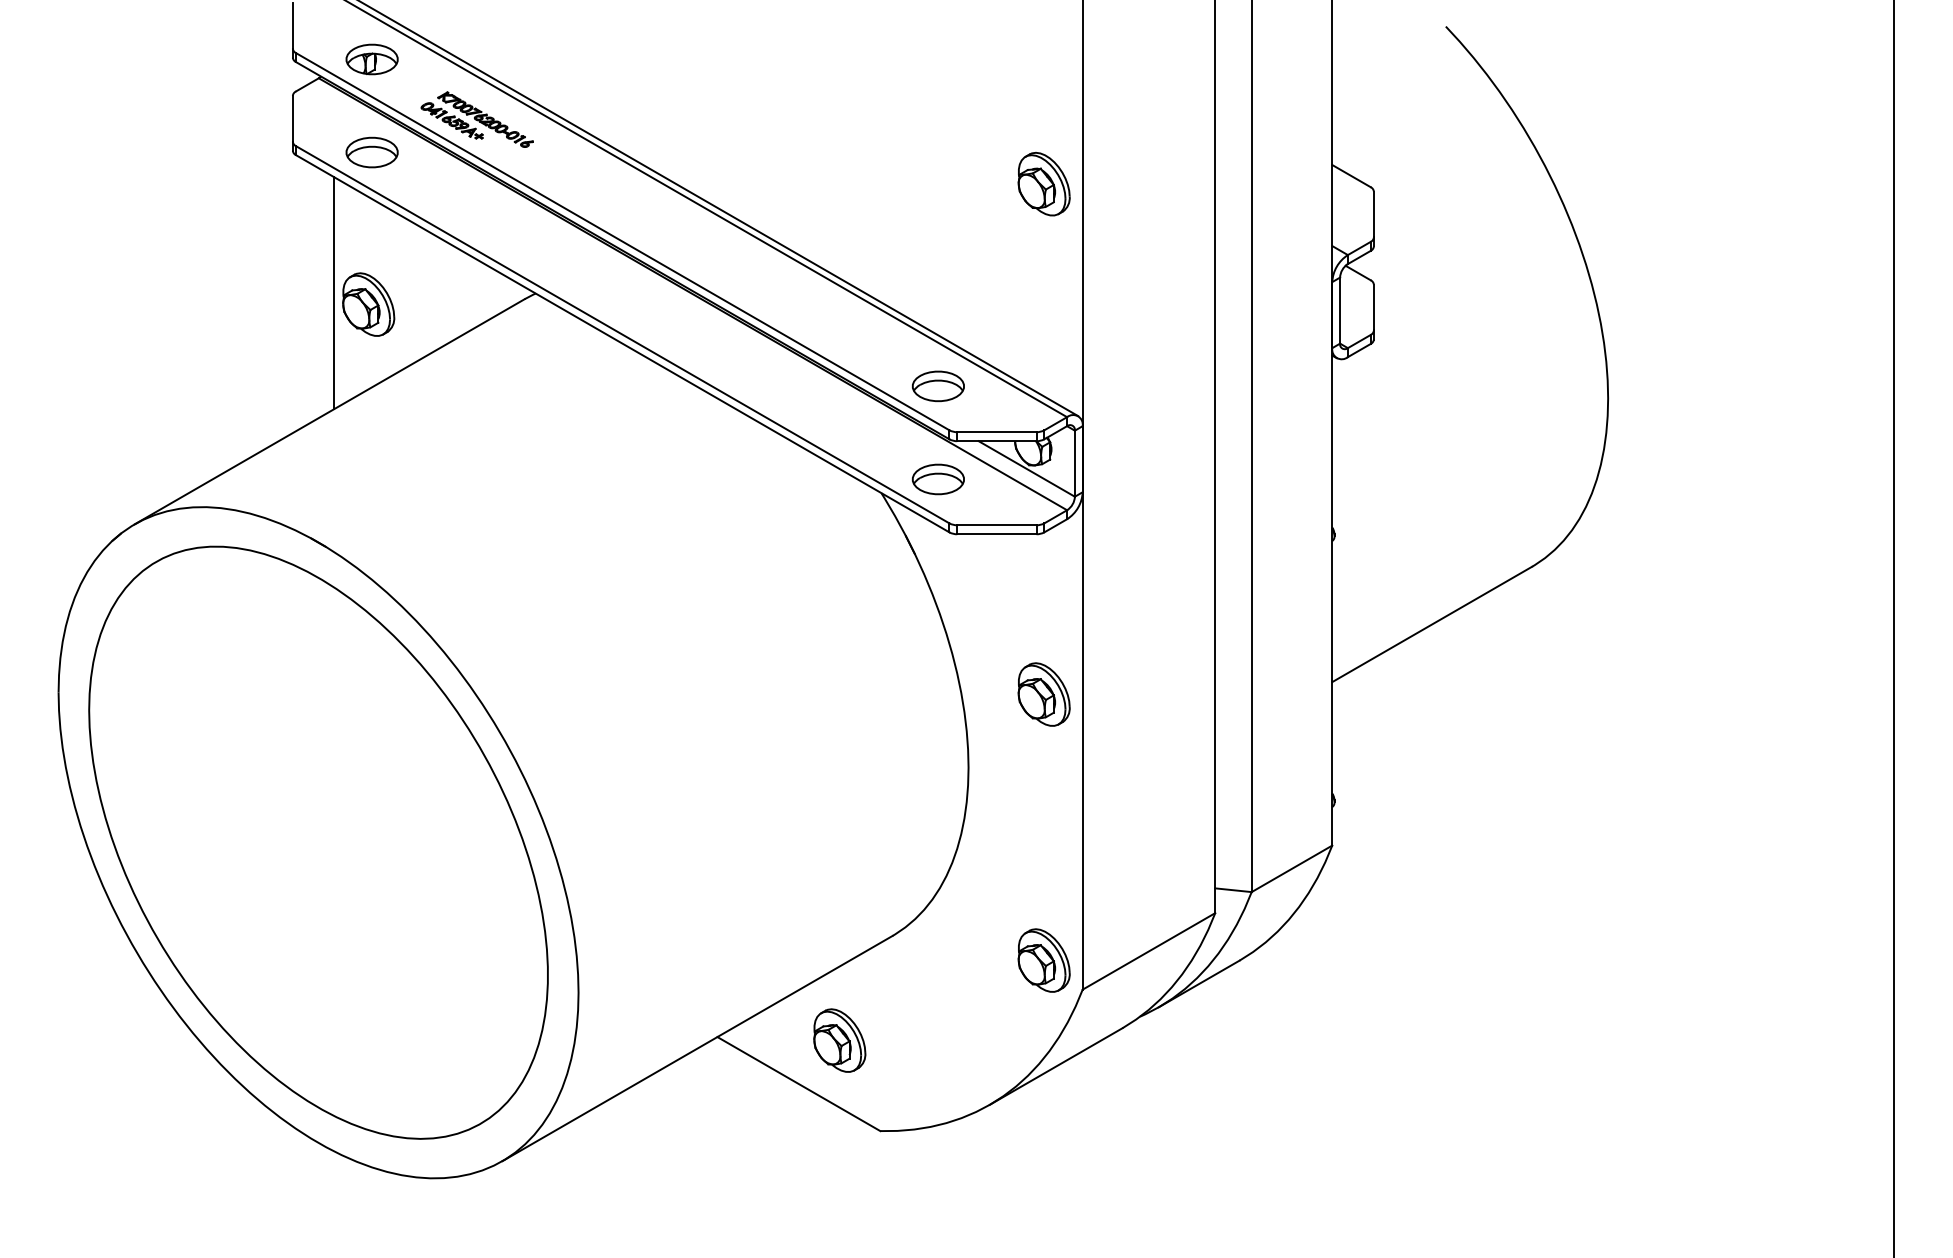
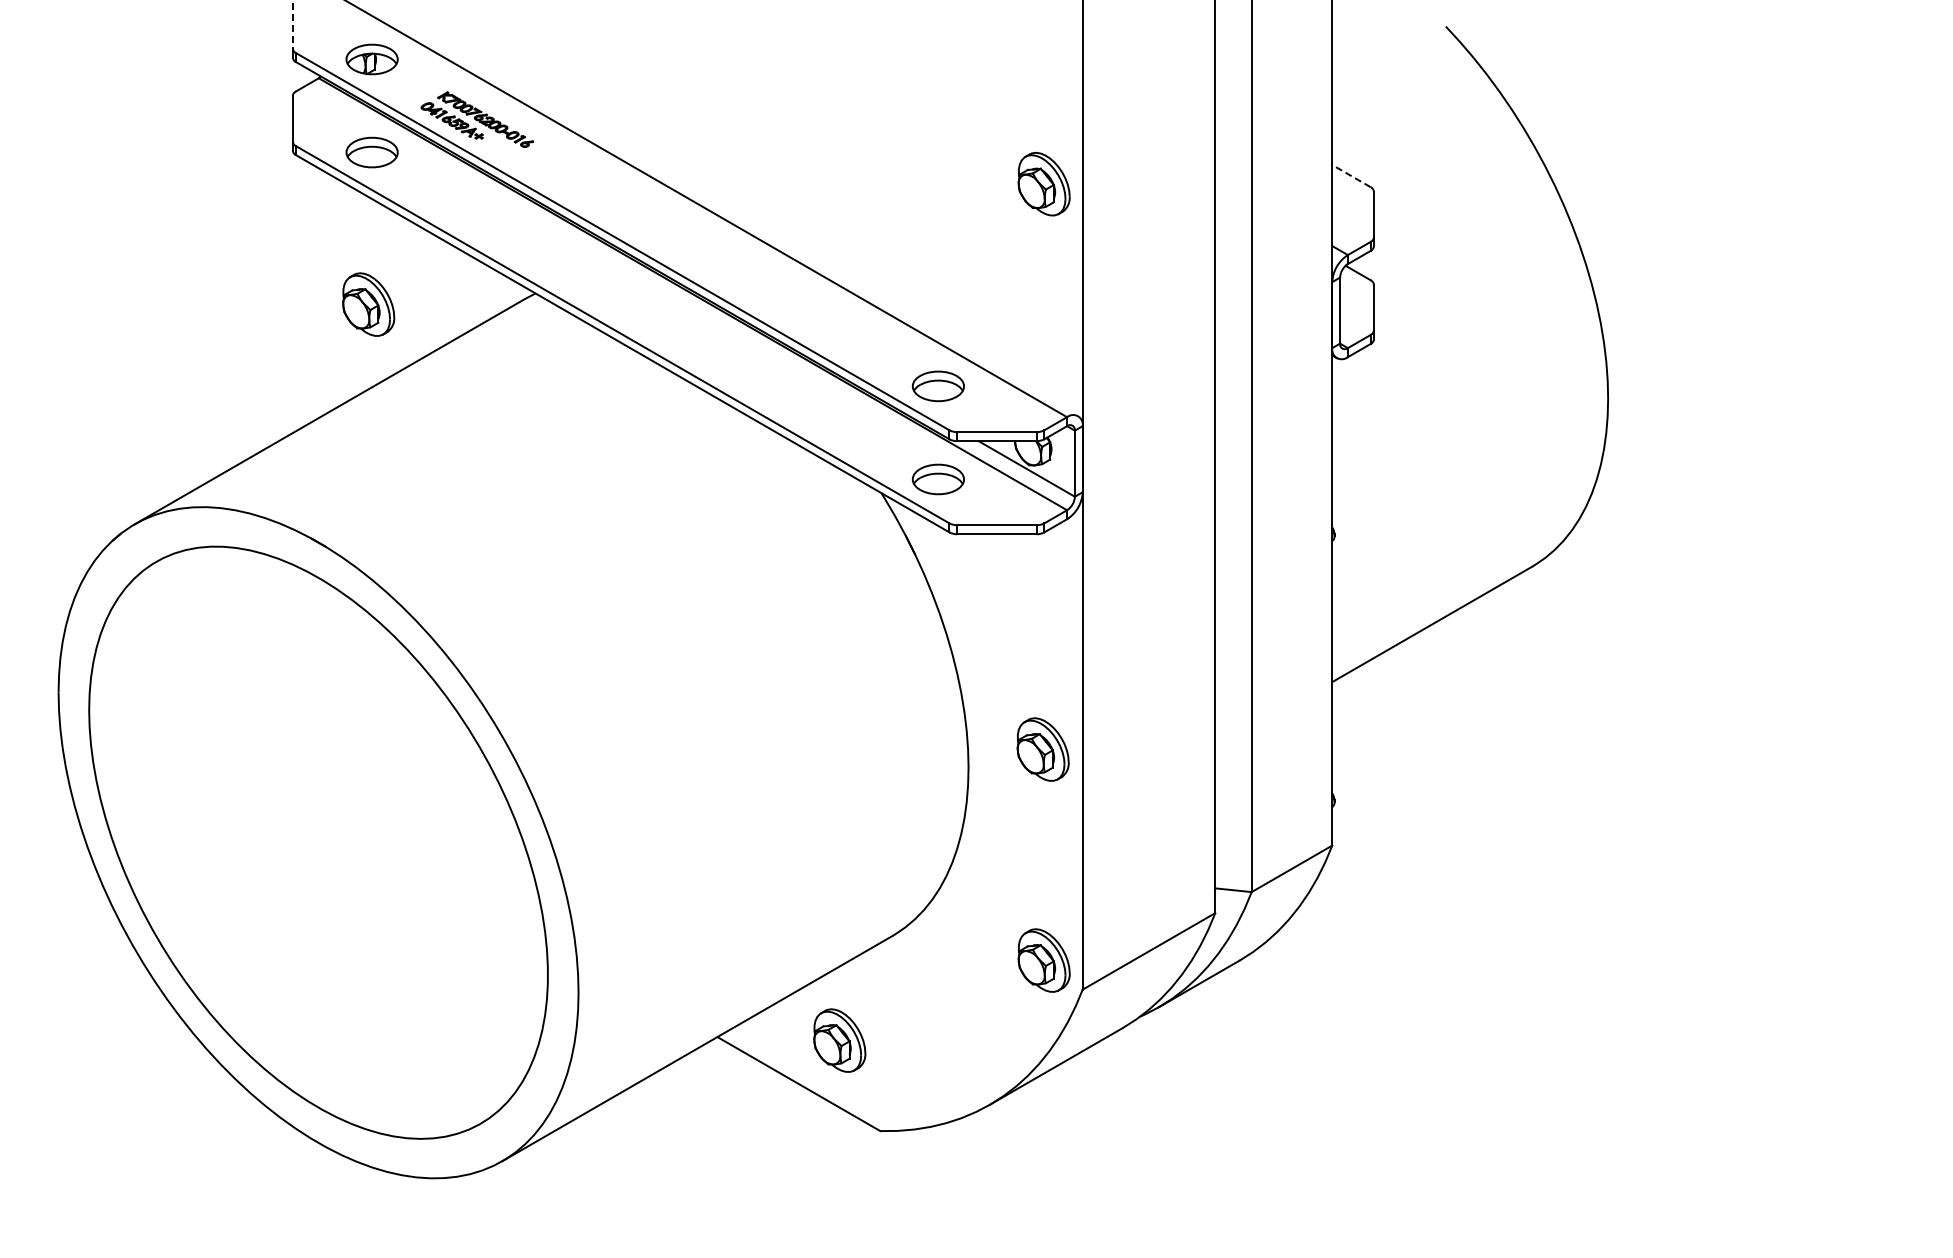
line at (292, 25): solid -> dashed
line at (1351, 175): solid -> dashed
line at (719, 209): present -> none
line at (334, 293): present -> none
line at (1894, 628): present -> none
part at (1043, 694) position: (1043, 694) -> (1042, 749)
